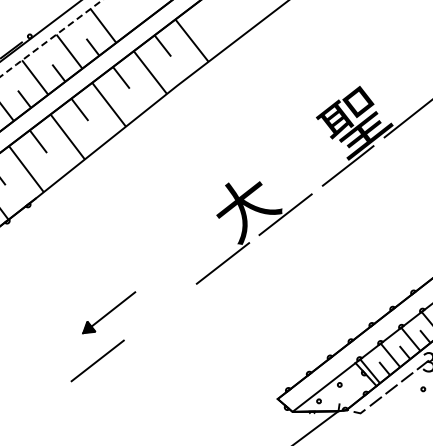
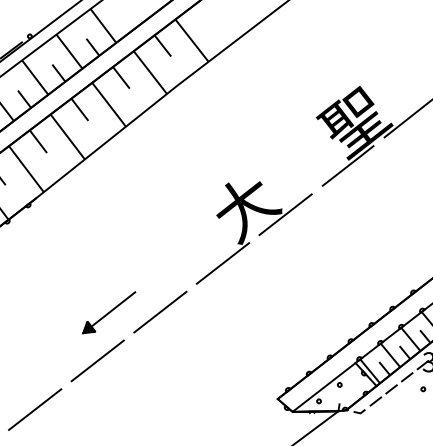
line at (50, 38): dashed -> solid
line at (160, 311): none -> present
line at (35, 409): none -> present
